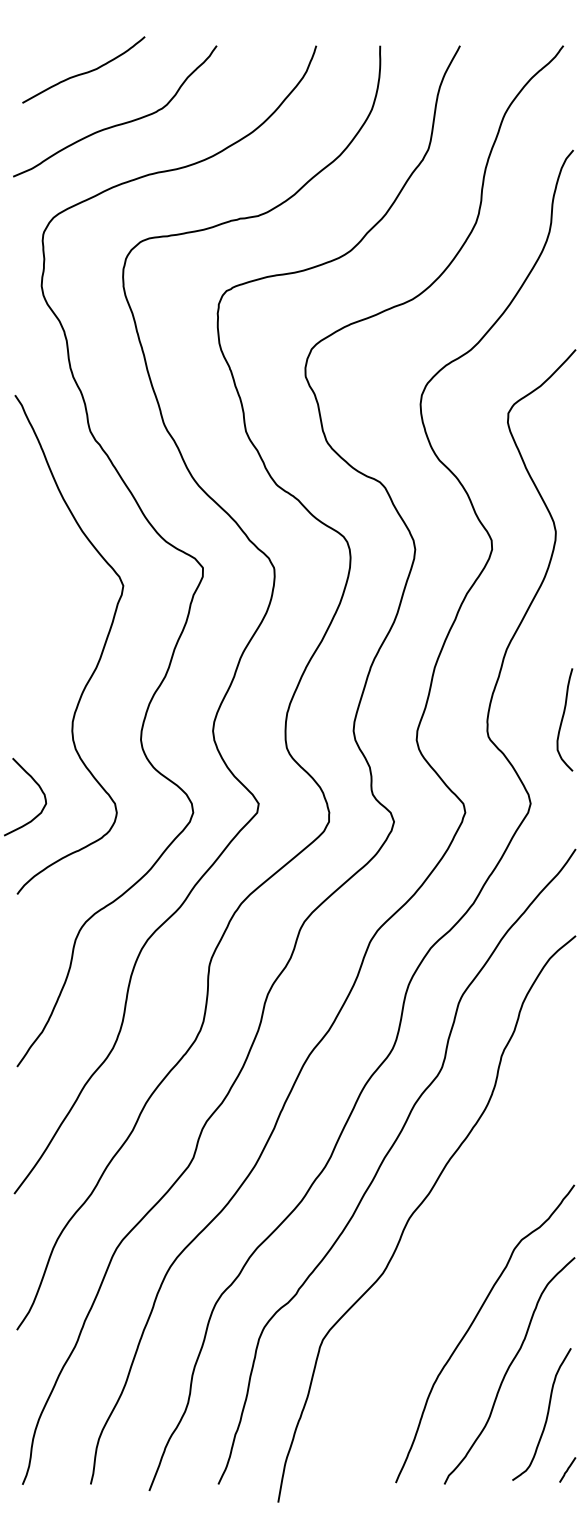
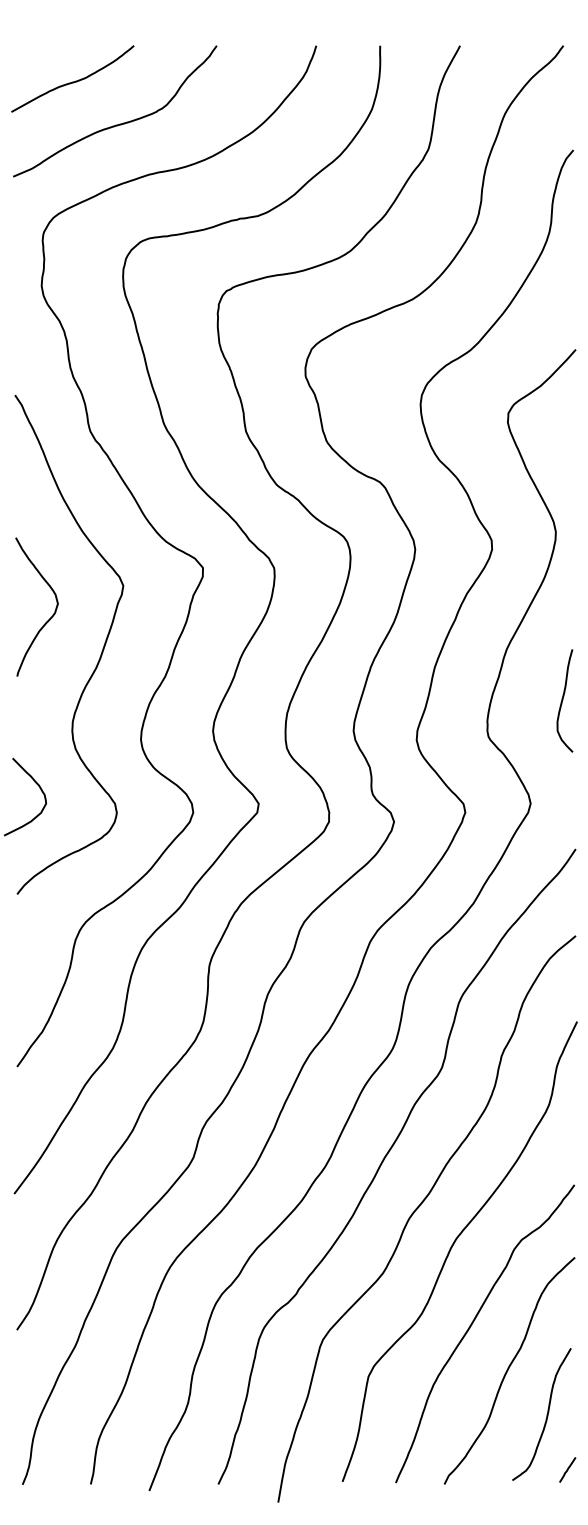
curve at (83, 72) position: (83, 72) -> (72, 81)
curve at (49, 618): none -> present
curve at (563, 719) position: (563, 719) -> (563, 700)
curve at (452, 1247): none -> present
